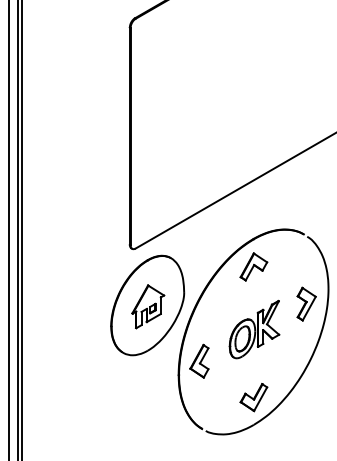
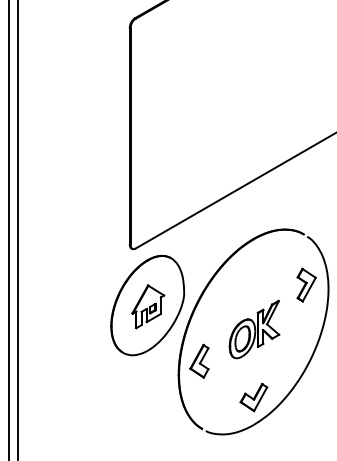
line at (21, 229): present -> none
part at (253, 266): present -> none
part at (306, 303) position: (306, 303) -> (306, 284)
